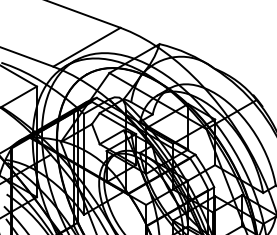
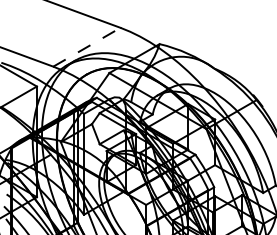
line at (86, 47): solid -> dashed
